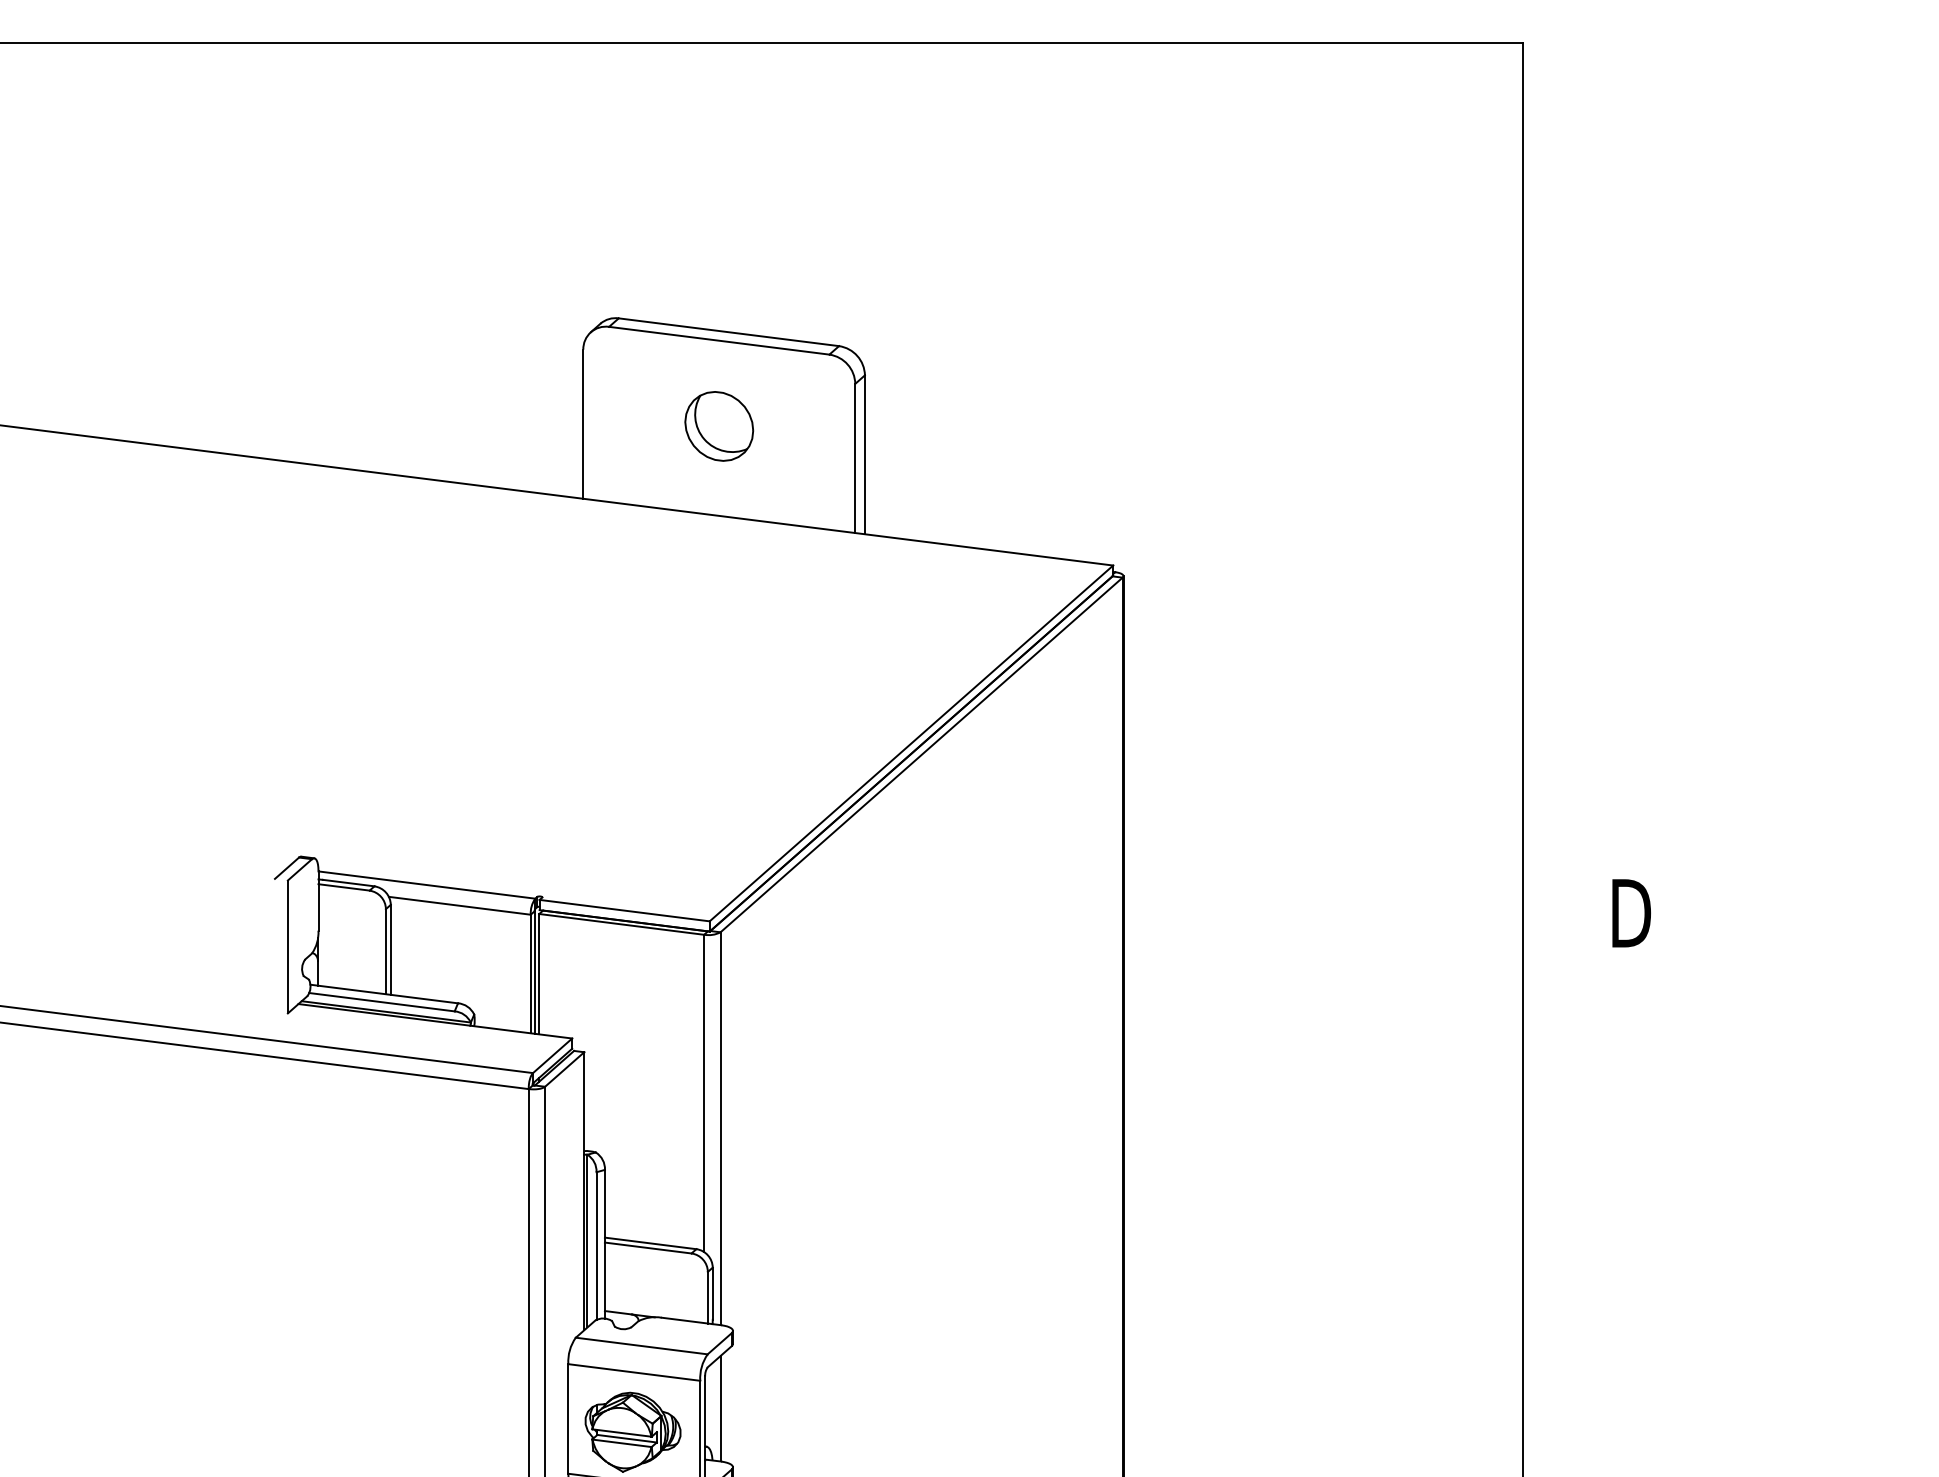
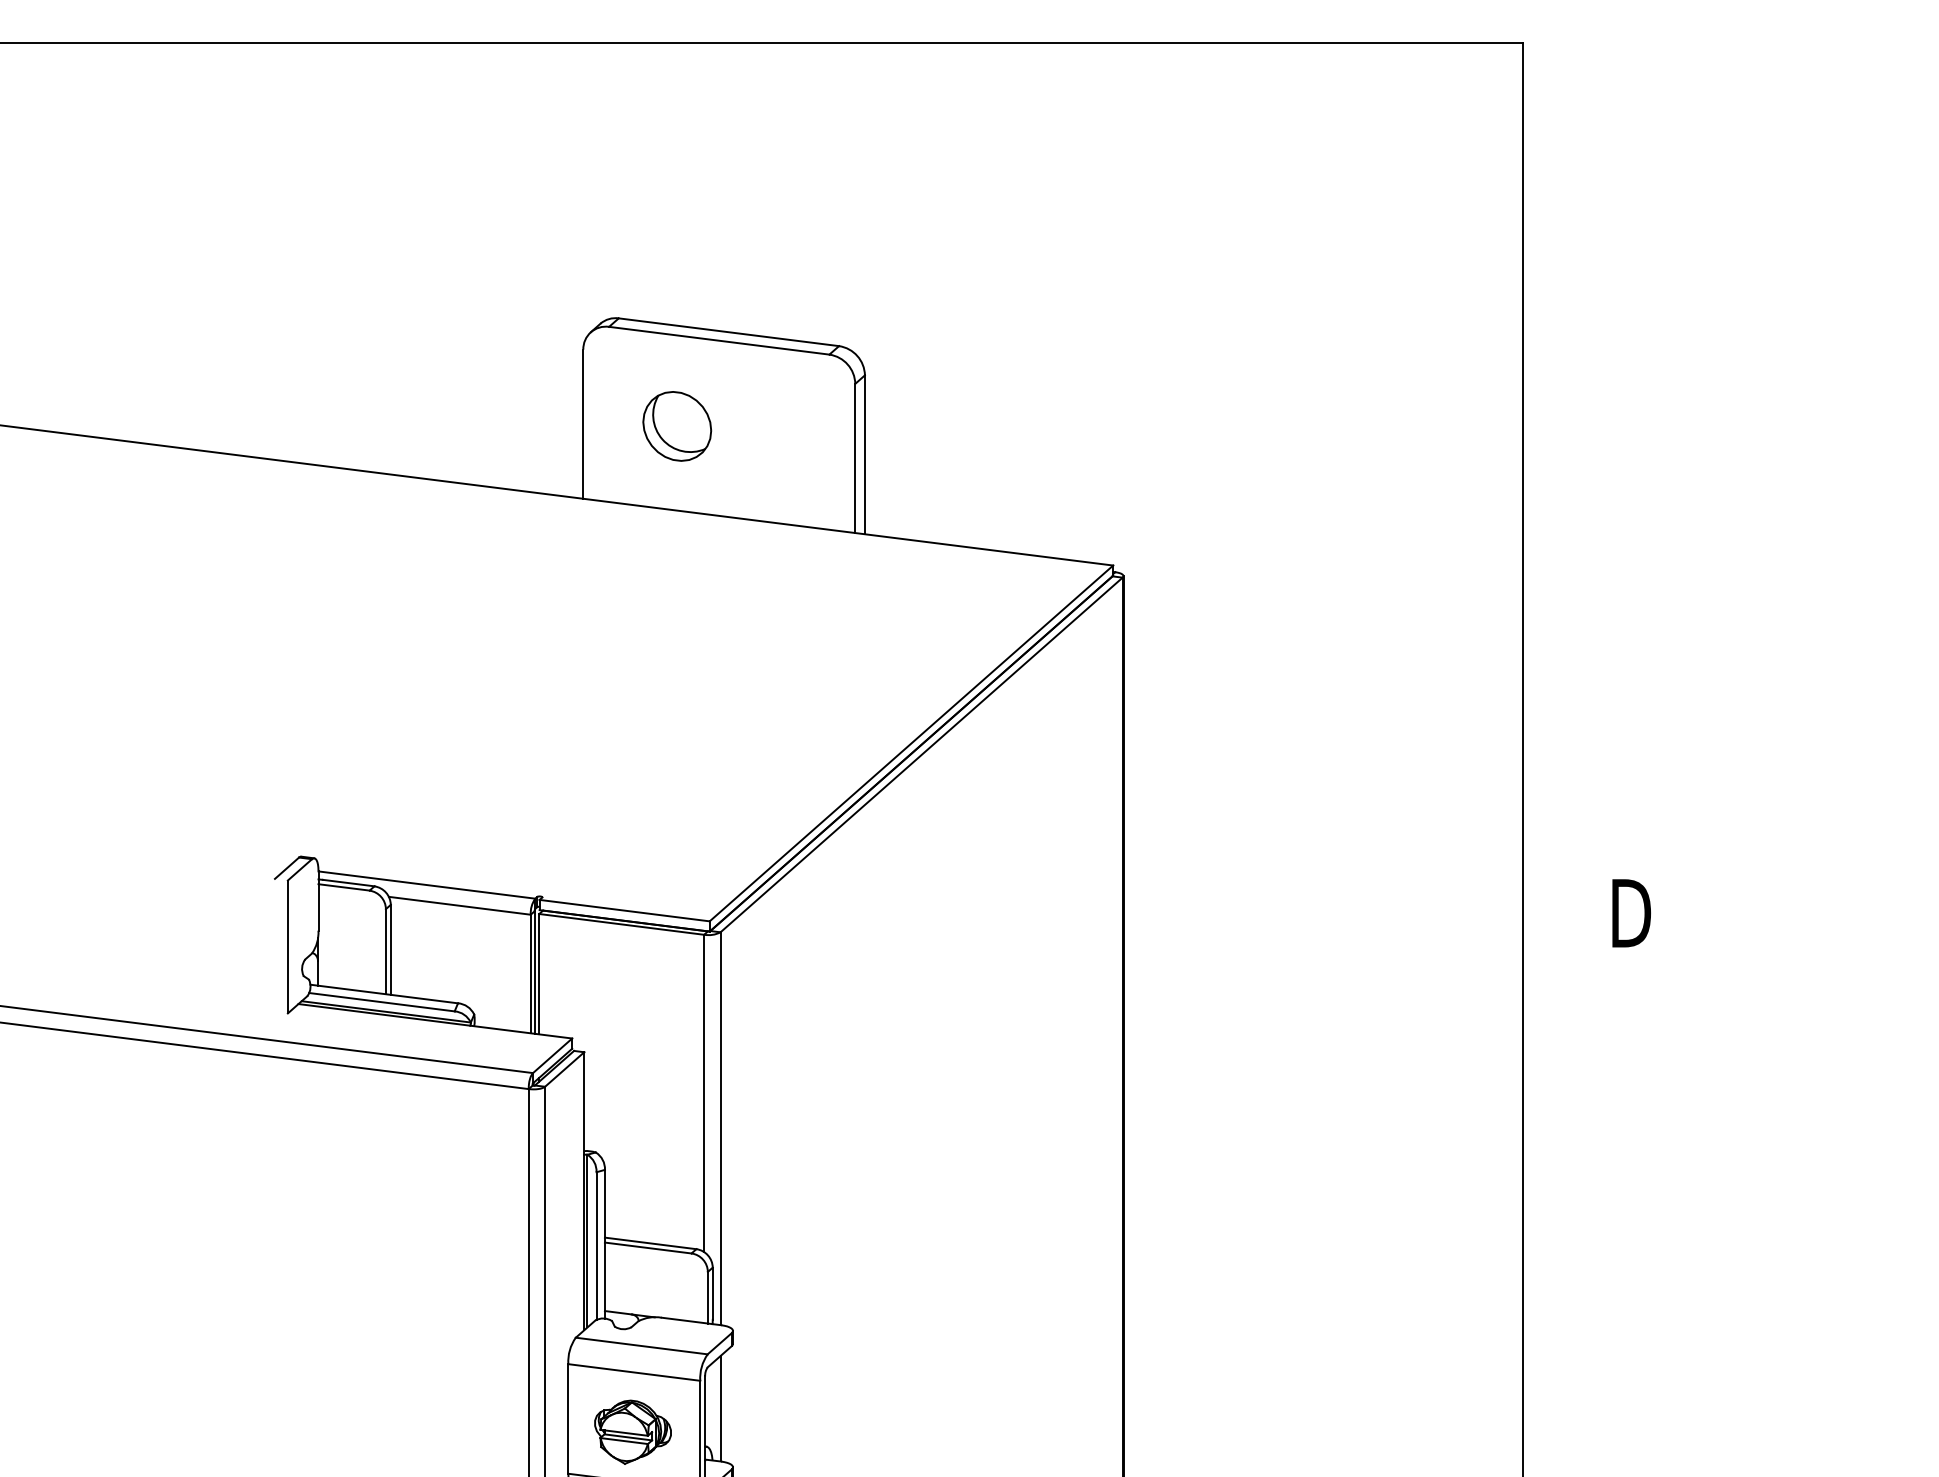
part at (719, 426) position: (719, 426) -> (677, 426)
part at (632, 1431) size: 98x82 px -> 78x66 px
